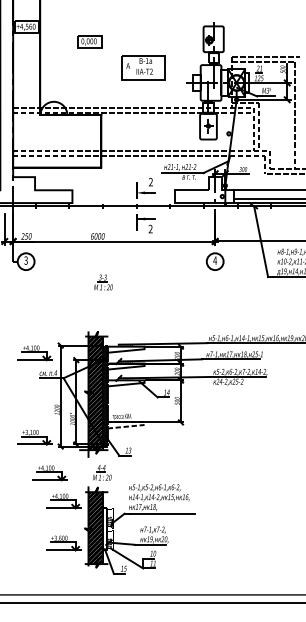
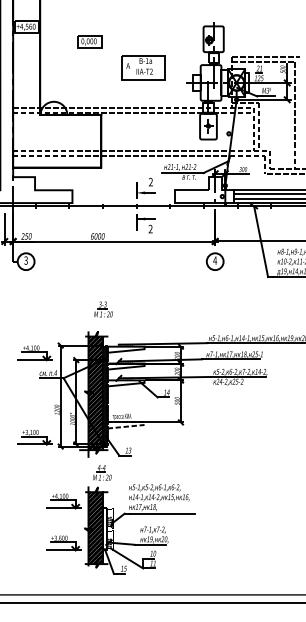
line at (267, 194): none -> present
part at (103, 282) position: (103, 282) -> (103, 309)
part at (49, 473): present -> none
